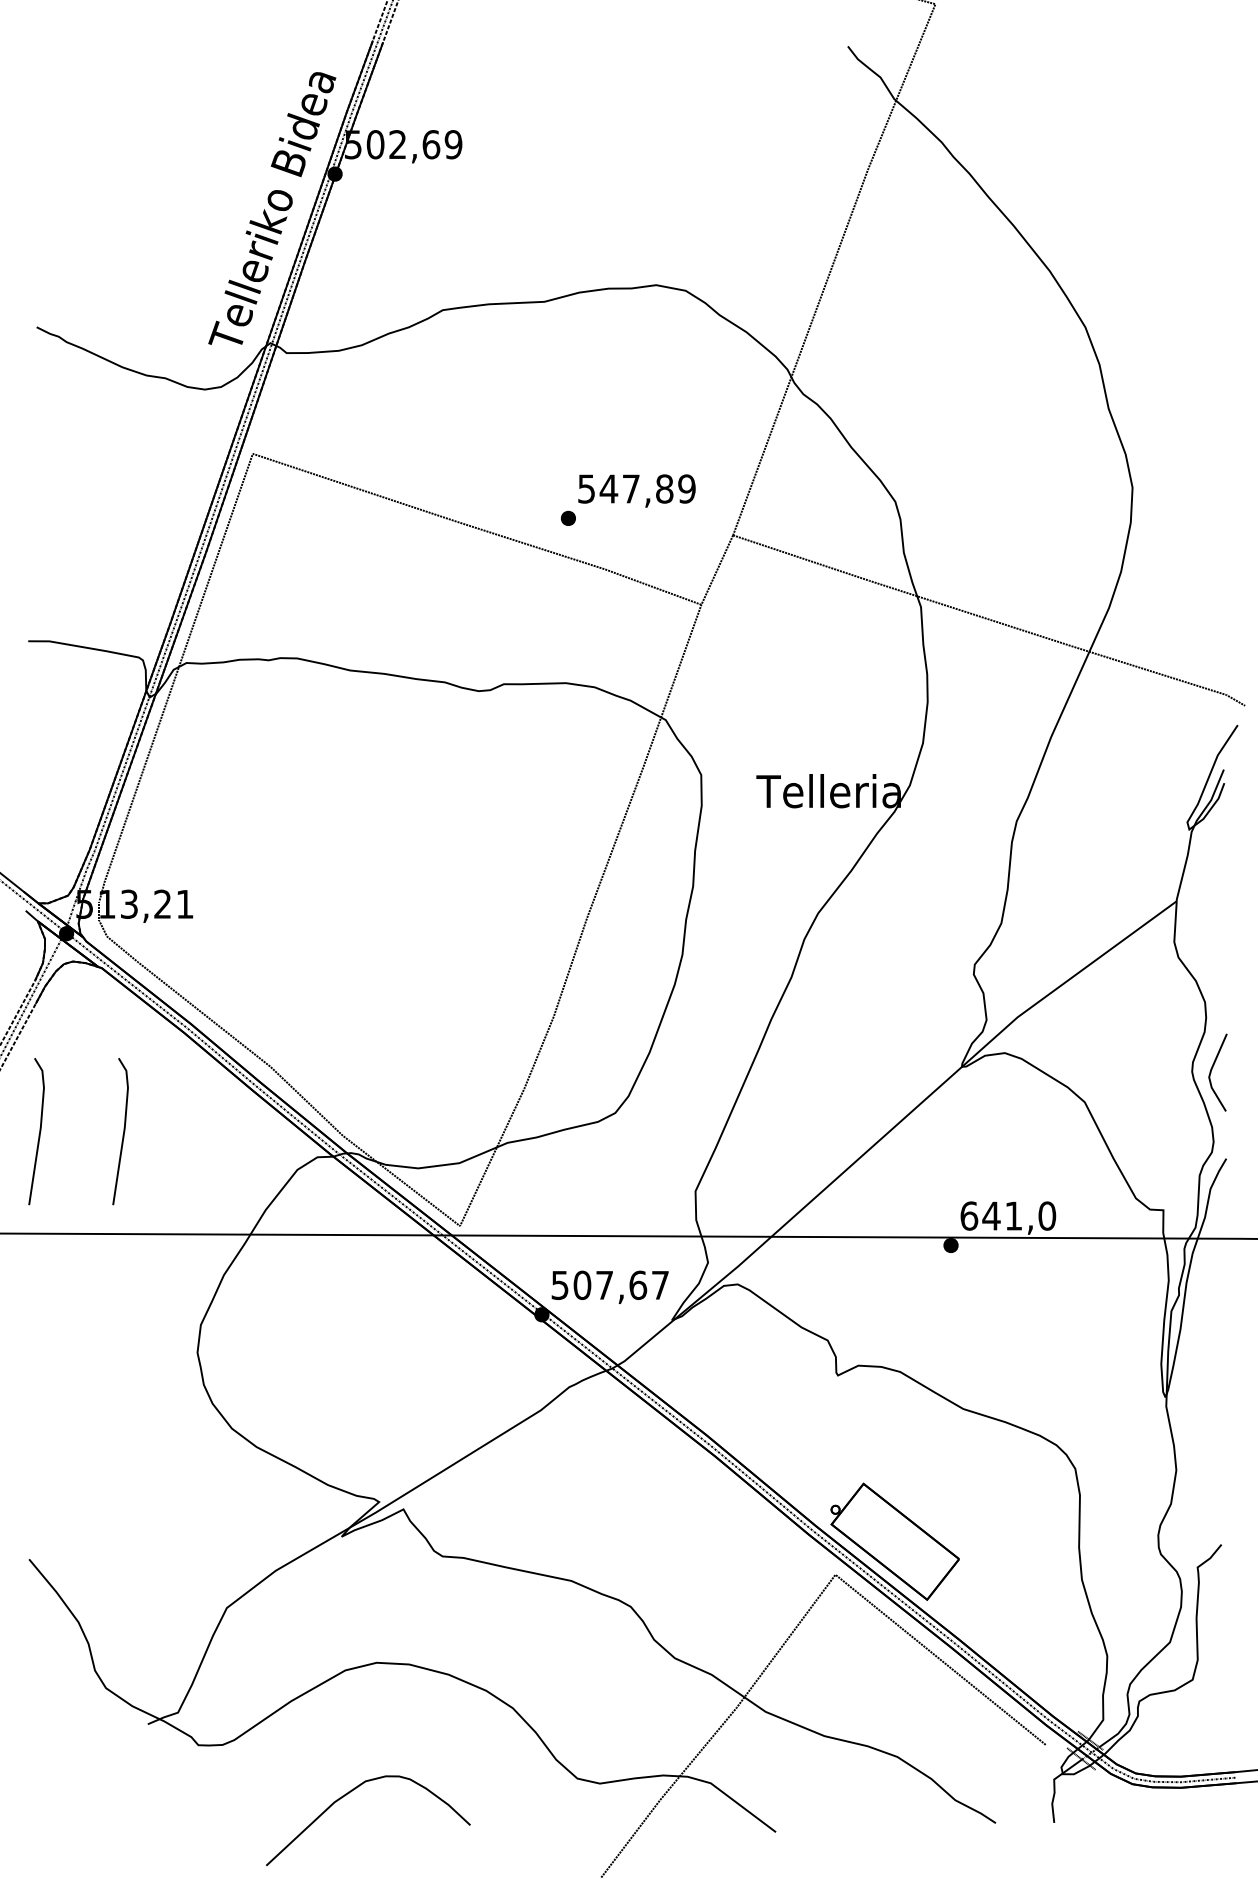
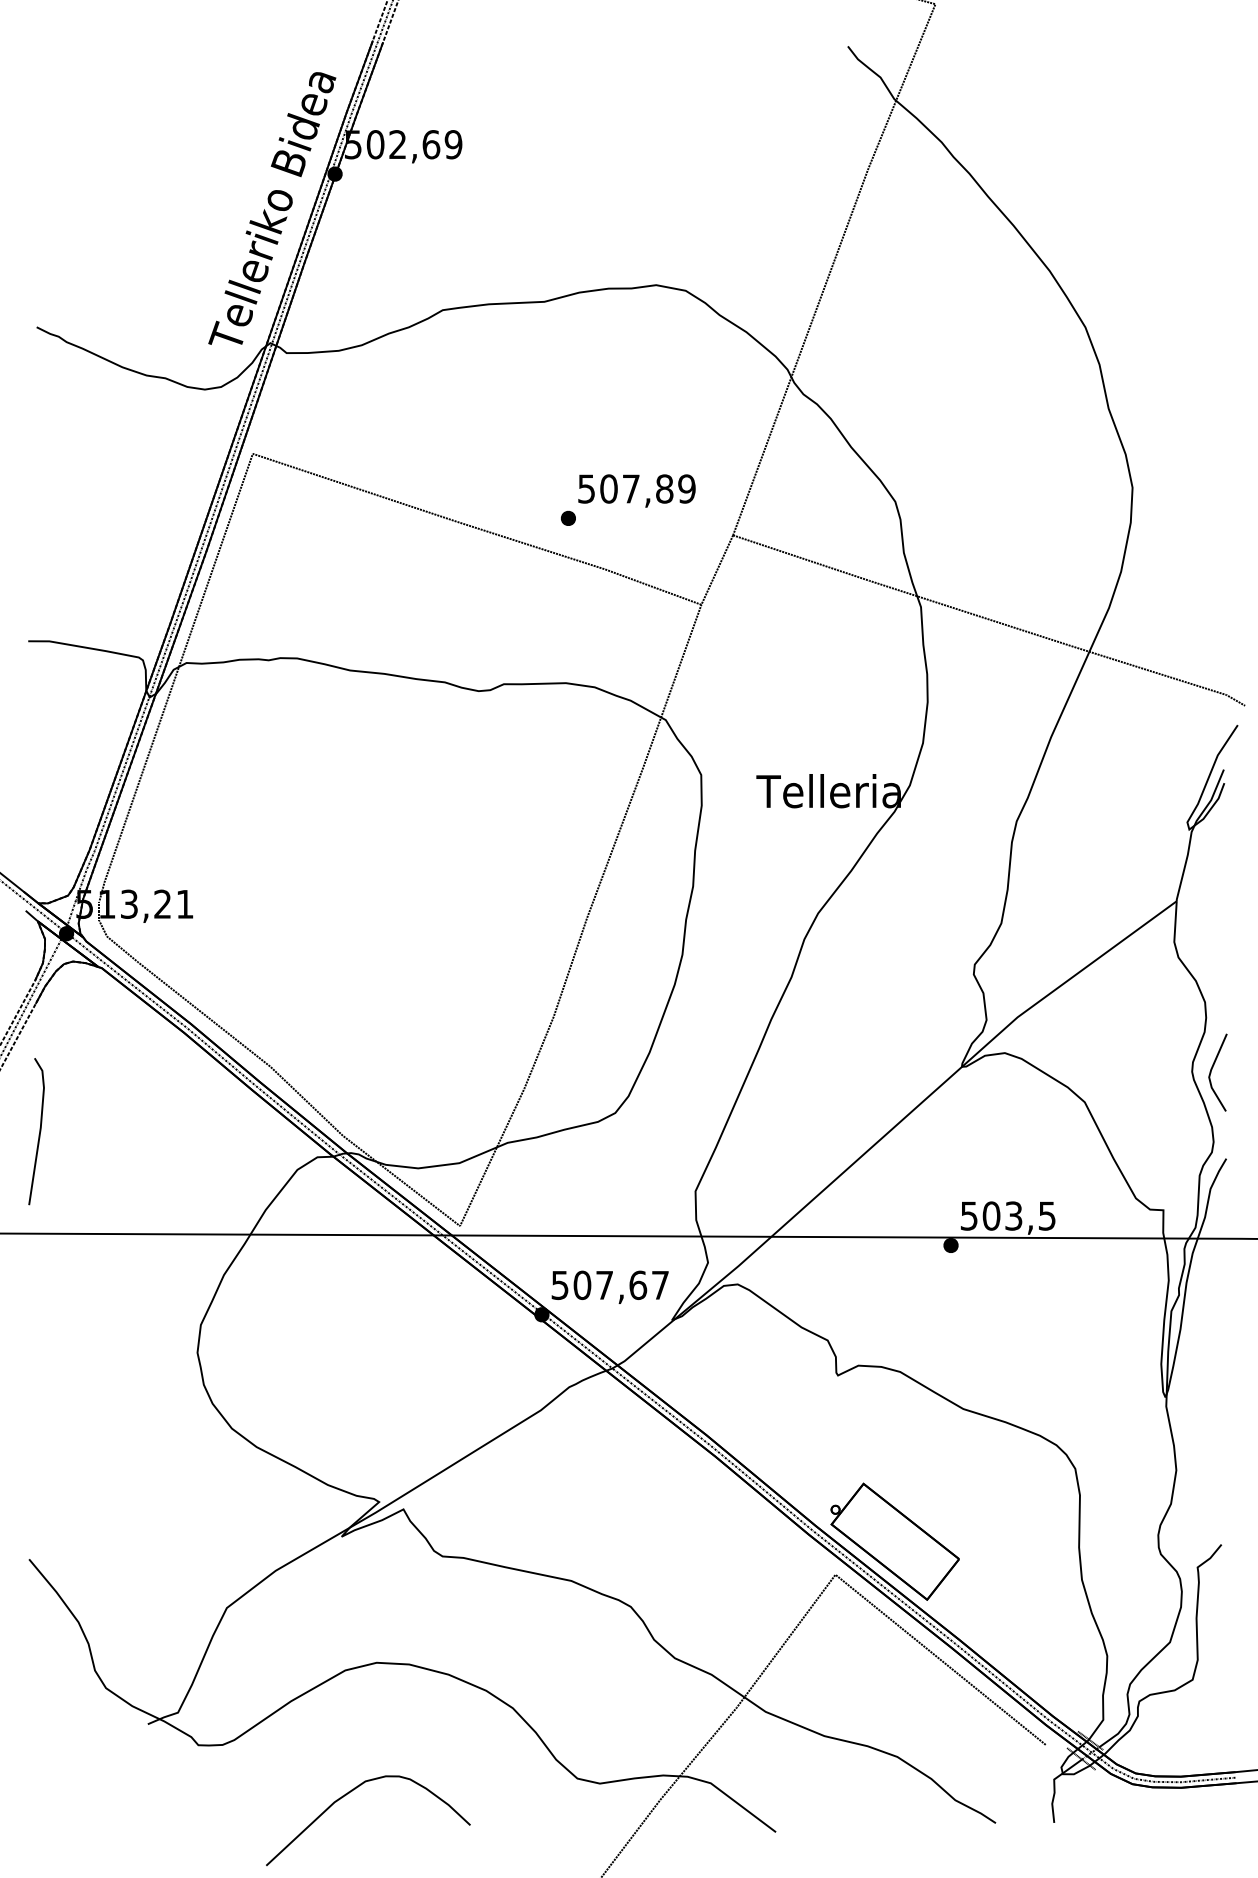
text at (608, 488): 547,89 -> 507,89
line at (123, 1131): present -> none
text at (1008, 1215): 641,0 -> 503,5
